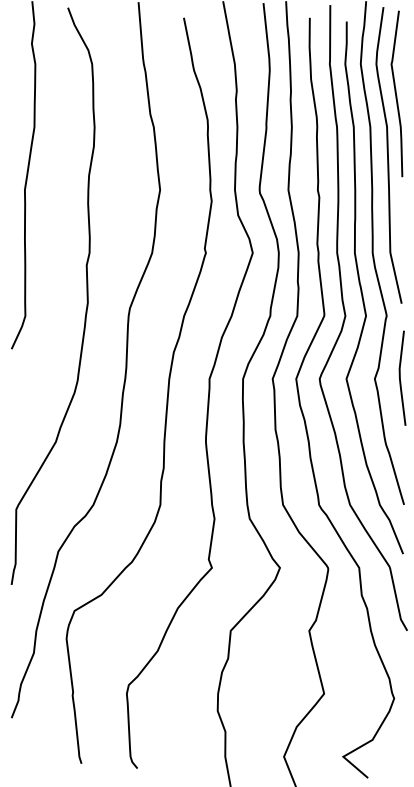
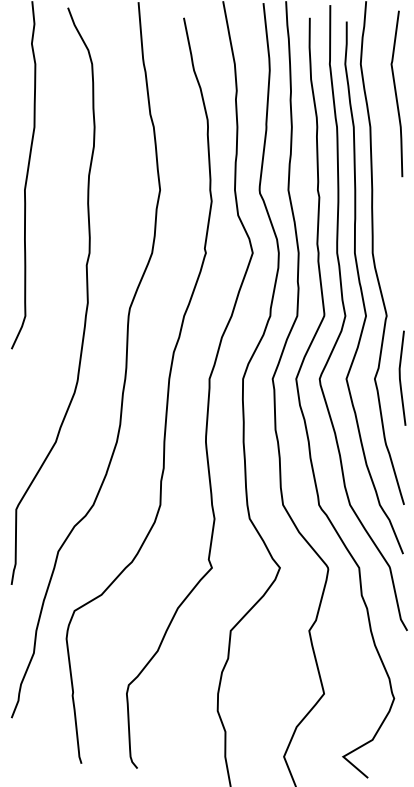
curve at (388, 155): present -> none
